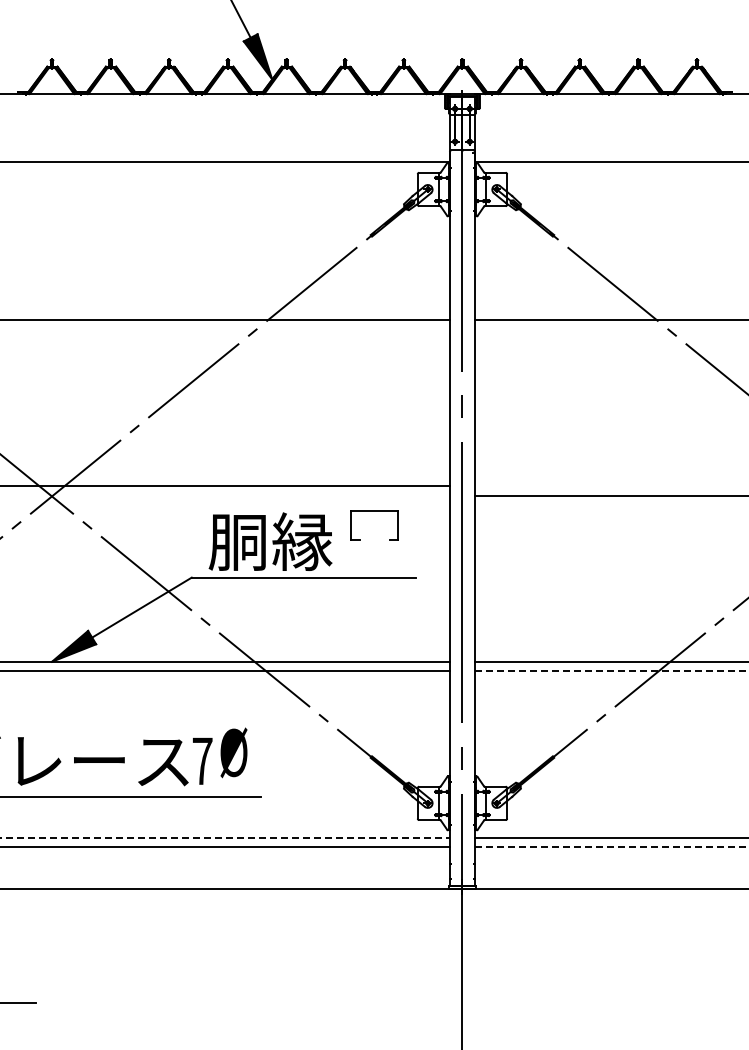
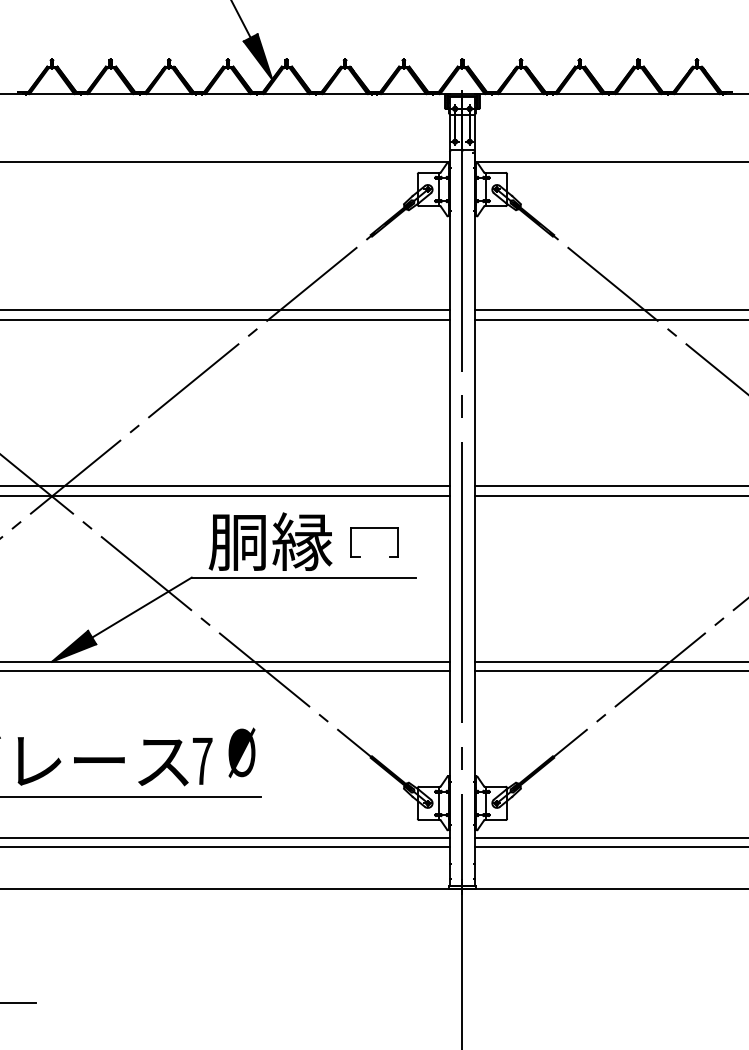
line at (226, 309): none -> present
line at (609, 309): none -> present
line at (609, 485): none -> present
line at (226, 495): none -> present
part at (374, 511) position: (374, 511) -> (374, 528)
line at (611, 671): dashed -> solid
text at (233, 752) position: (233, 752) -> (241, 752)
line at (225, 837): dashed -> solid
line at (611, 847): dashed -> solid
